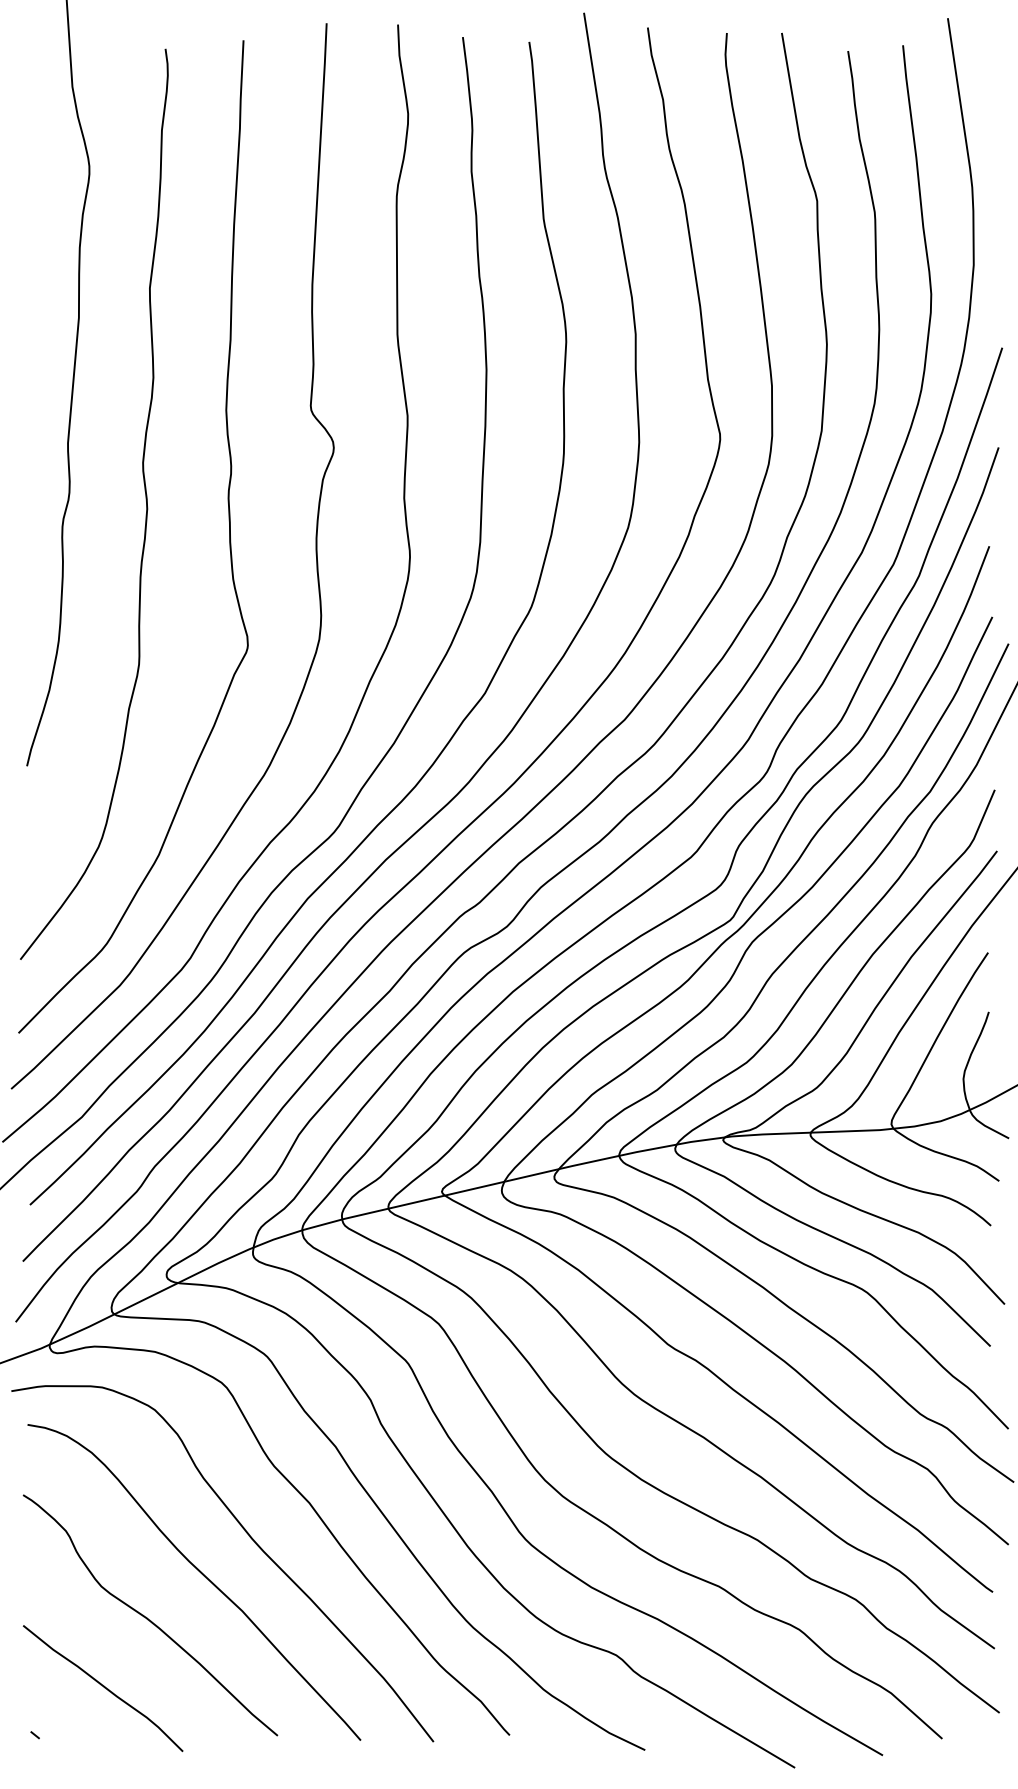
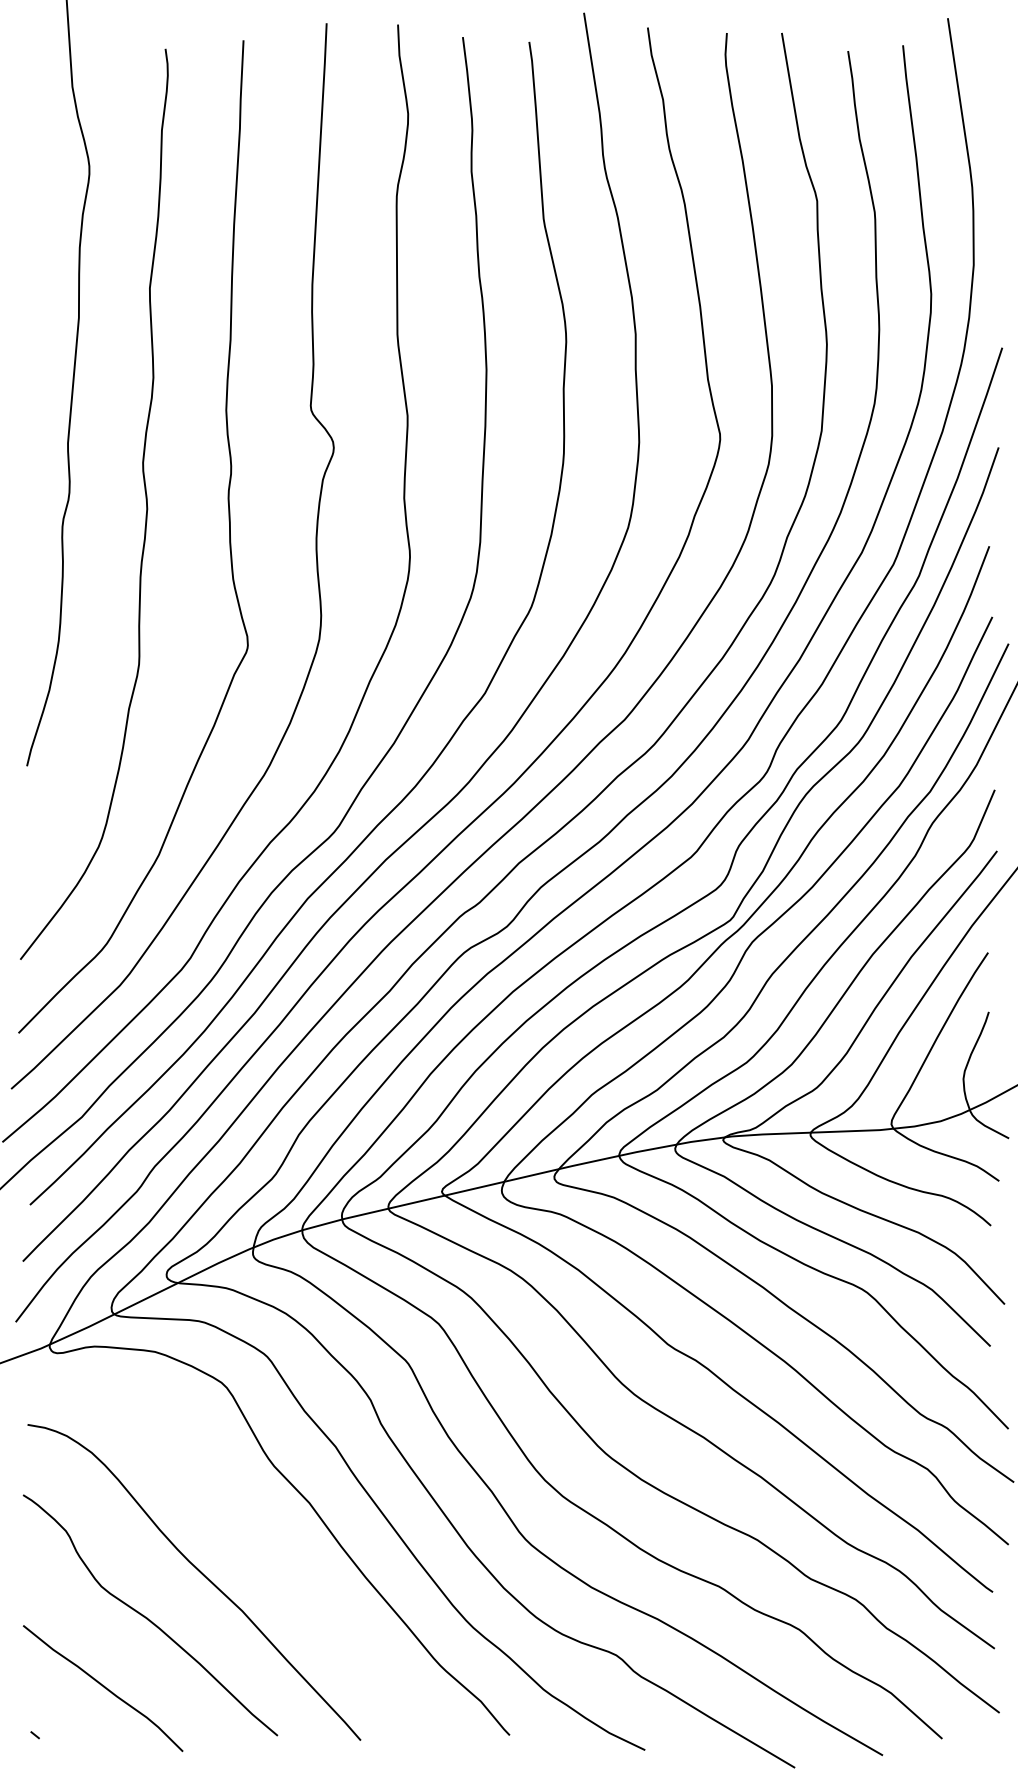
curve at (249, 1537): present -> none
